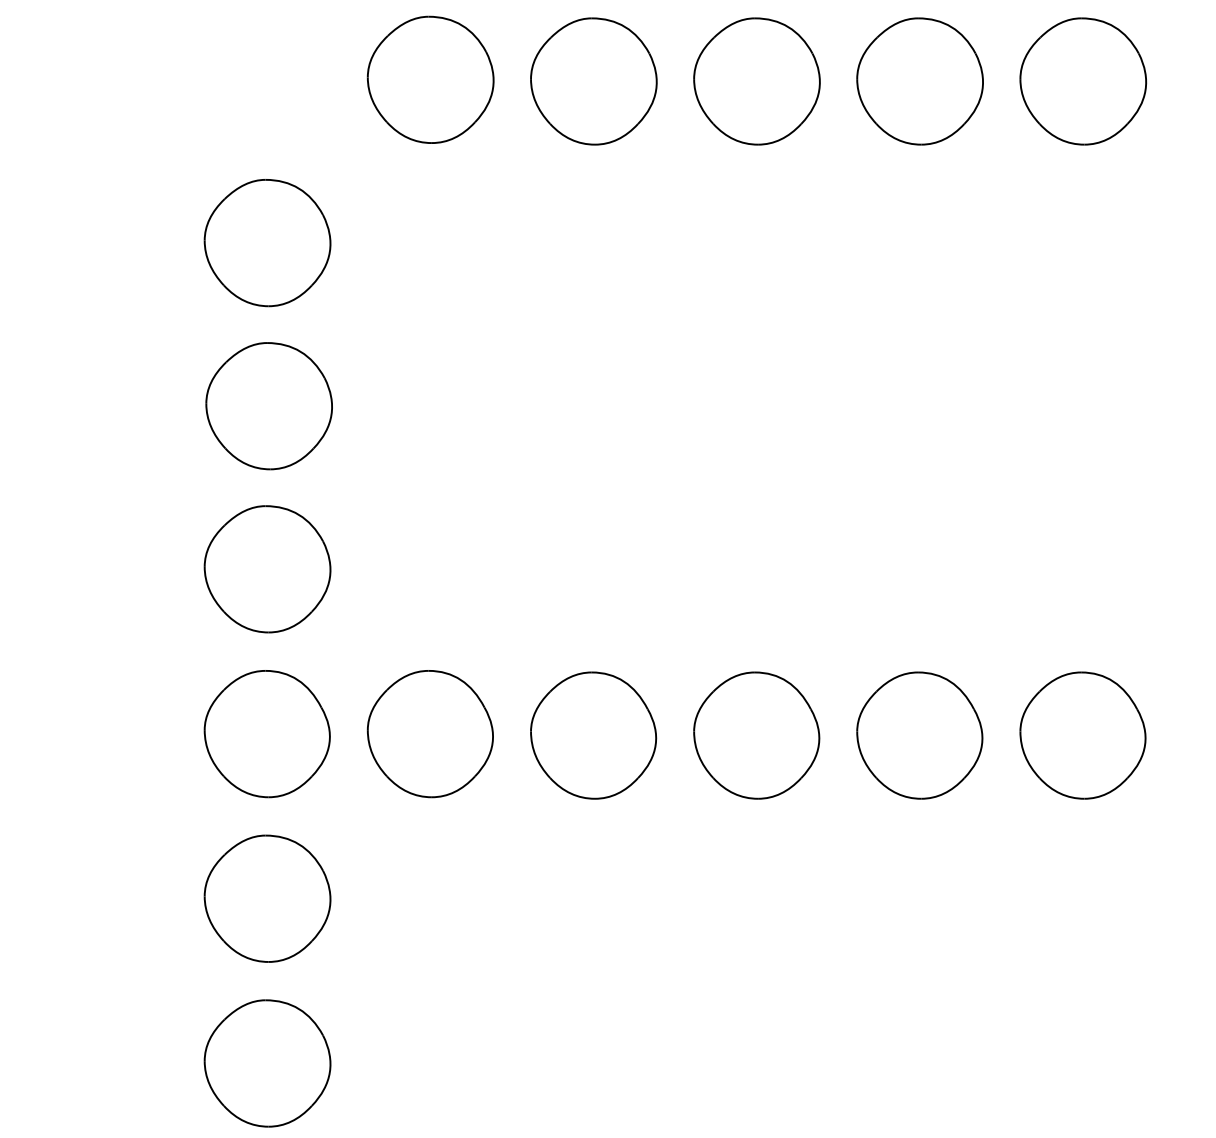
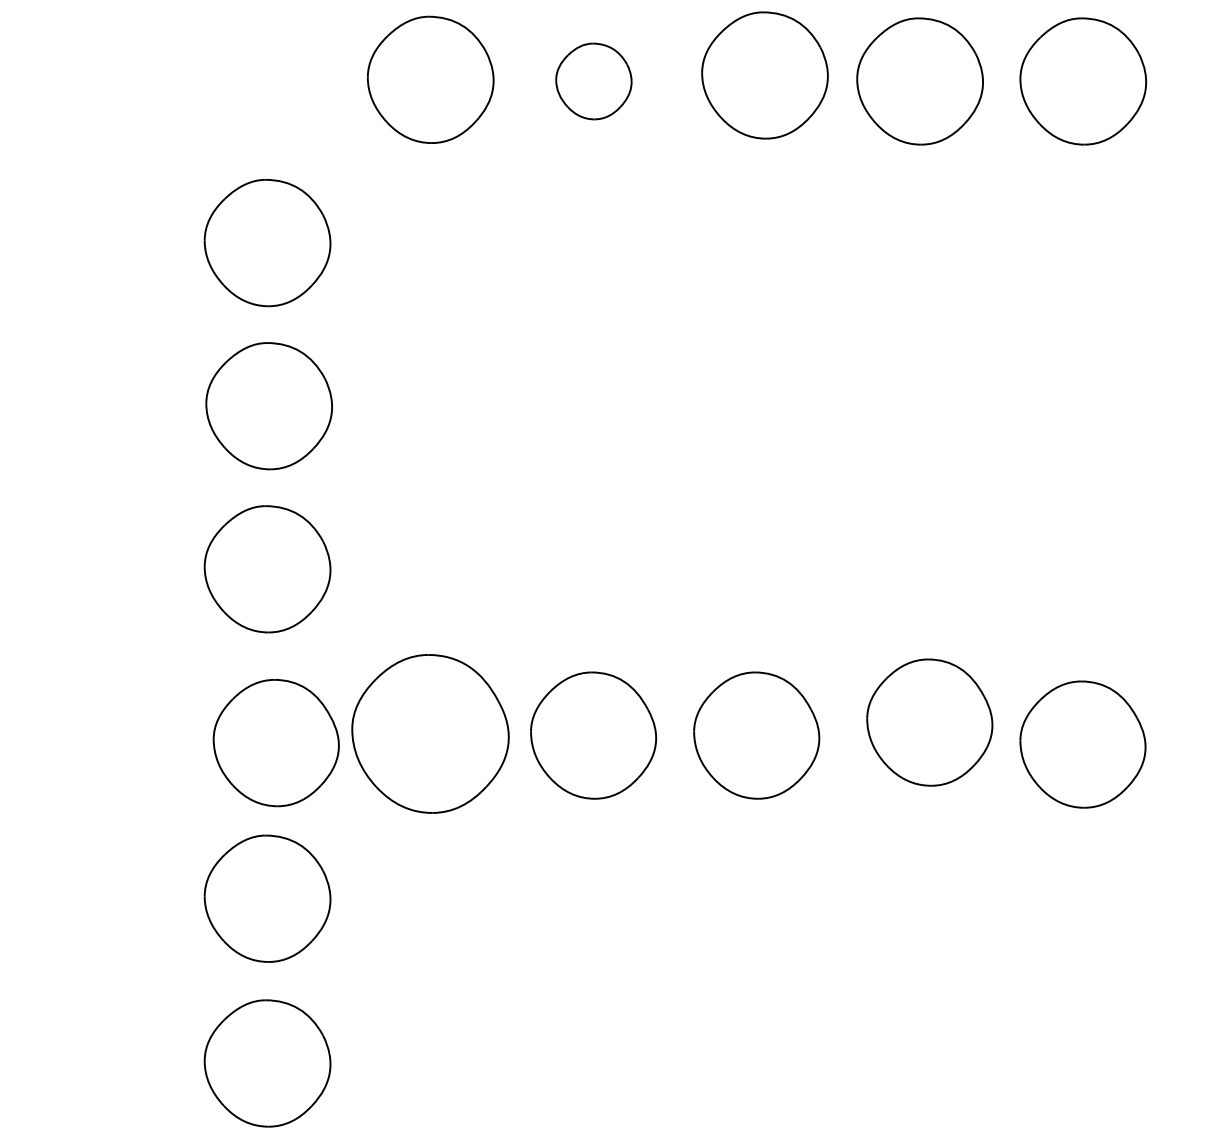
part at (593, 81) size: 128x129 px -> 78x79 px
part at (756, 81) position: (756, 81) -> (764, 75)
part at (266, 734) position: (266, 734) -> (275, 743)
part at (429, 734) size: 128x129 px -> 159x160 px
part at (919, 735) position: (919, 735) -> (929, 722)
part at (1082, 735) position: (1082, 735) -> (1082, 744)
